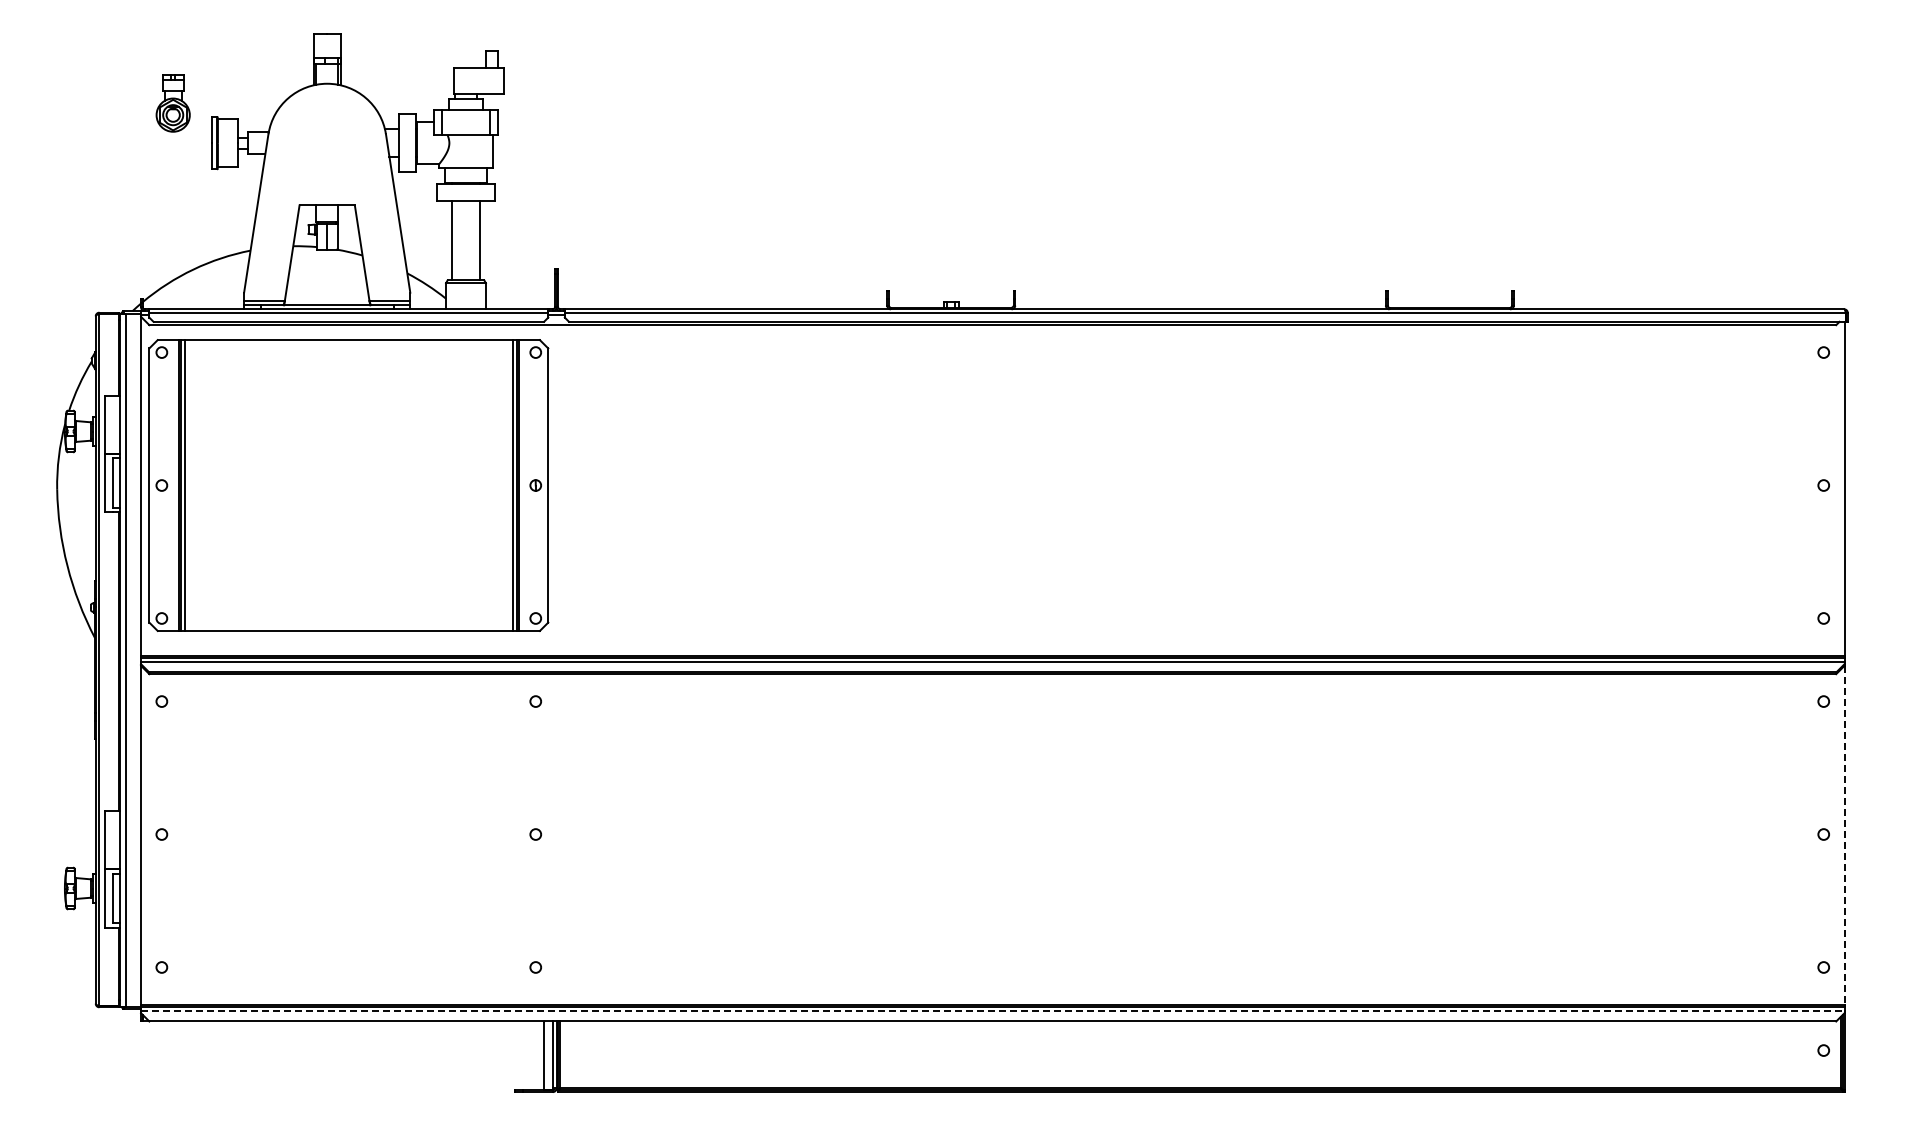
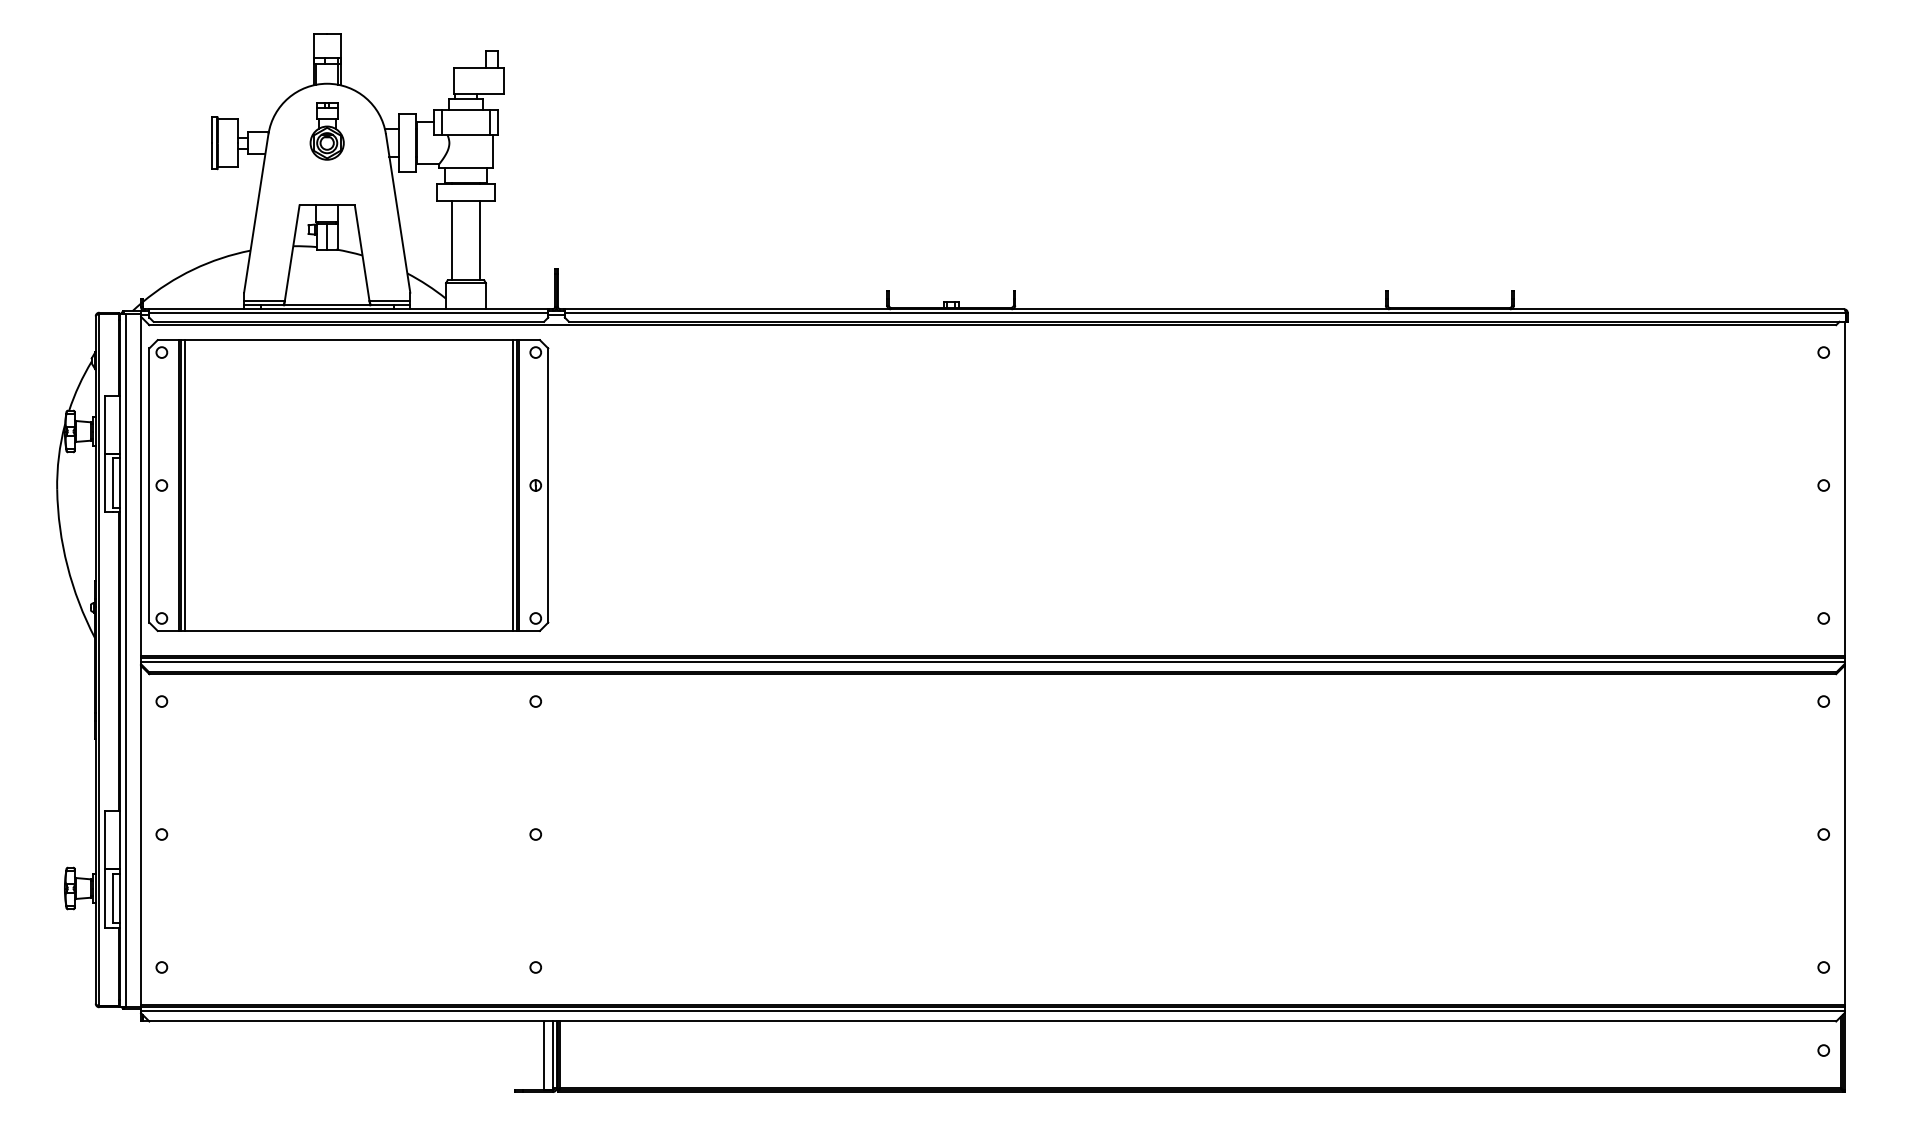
part at (172, 103) position: (172, 103) -> (326, 131)
line at (1844, 835): dashed -> solid
line at (992, 1011): dashed -> solid
